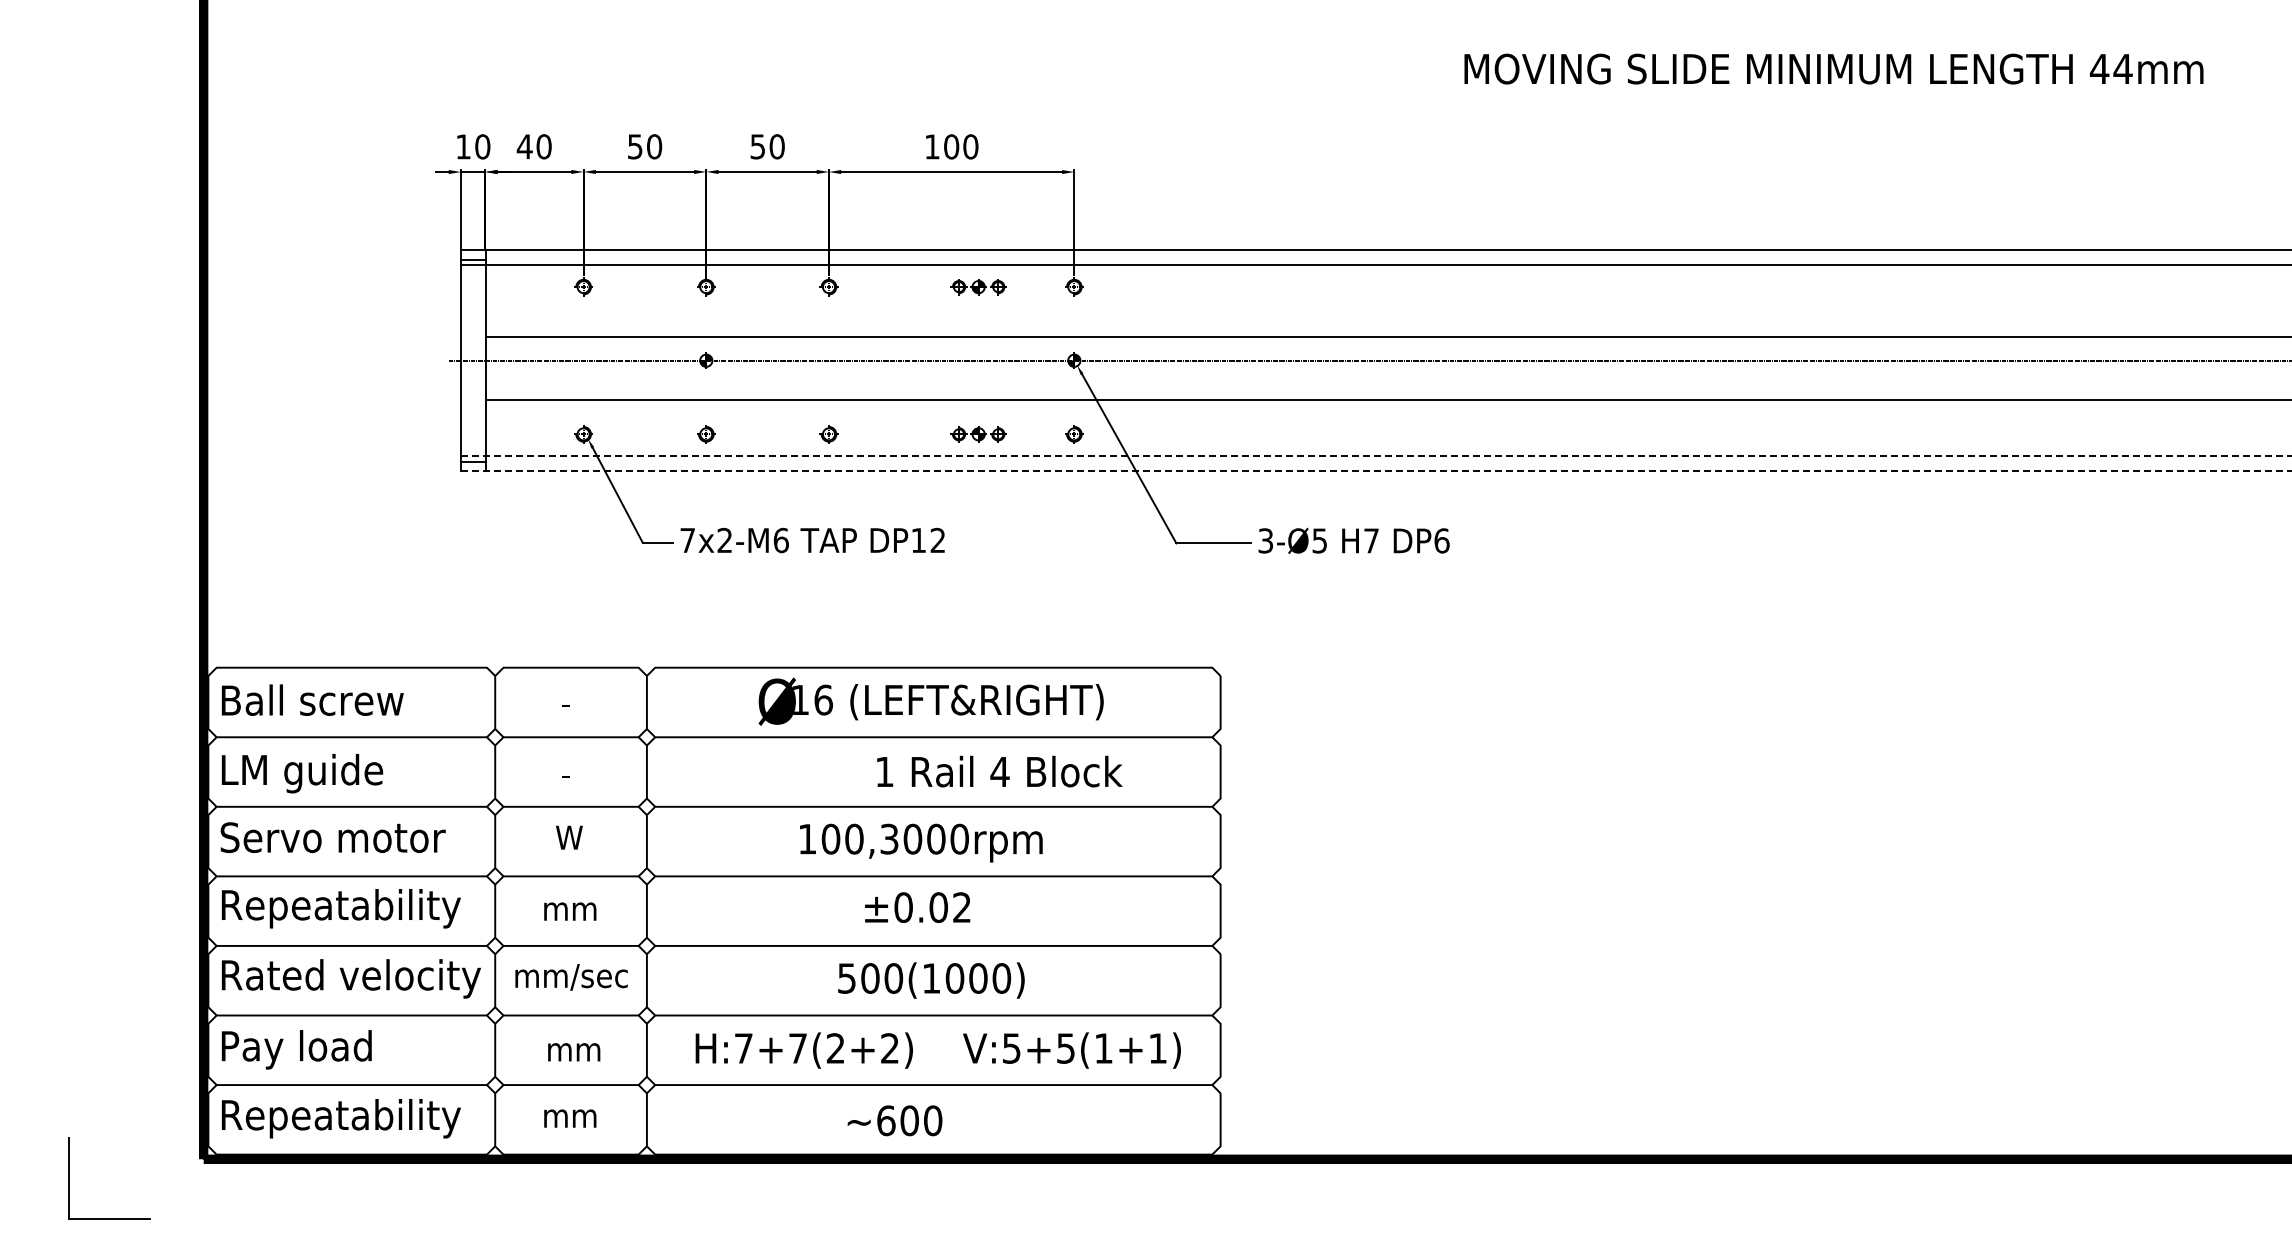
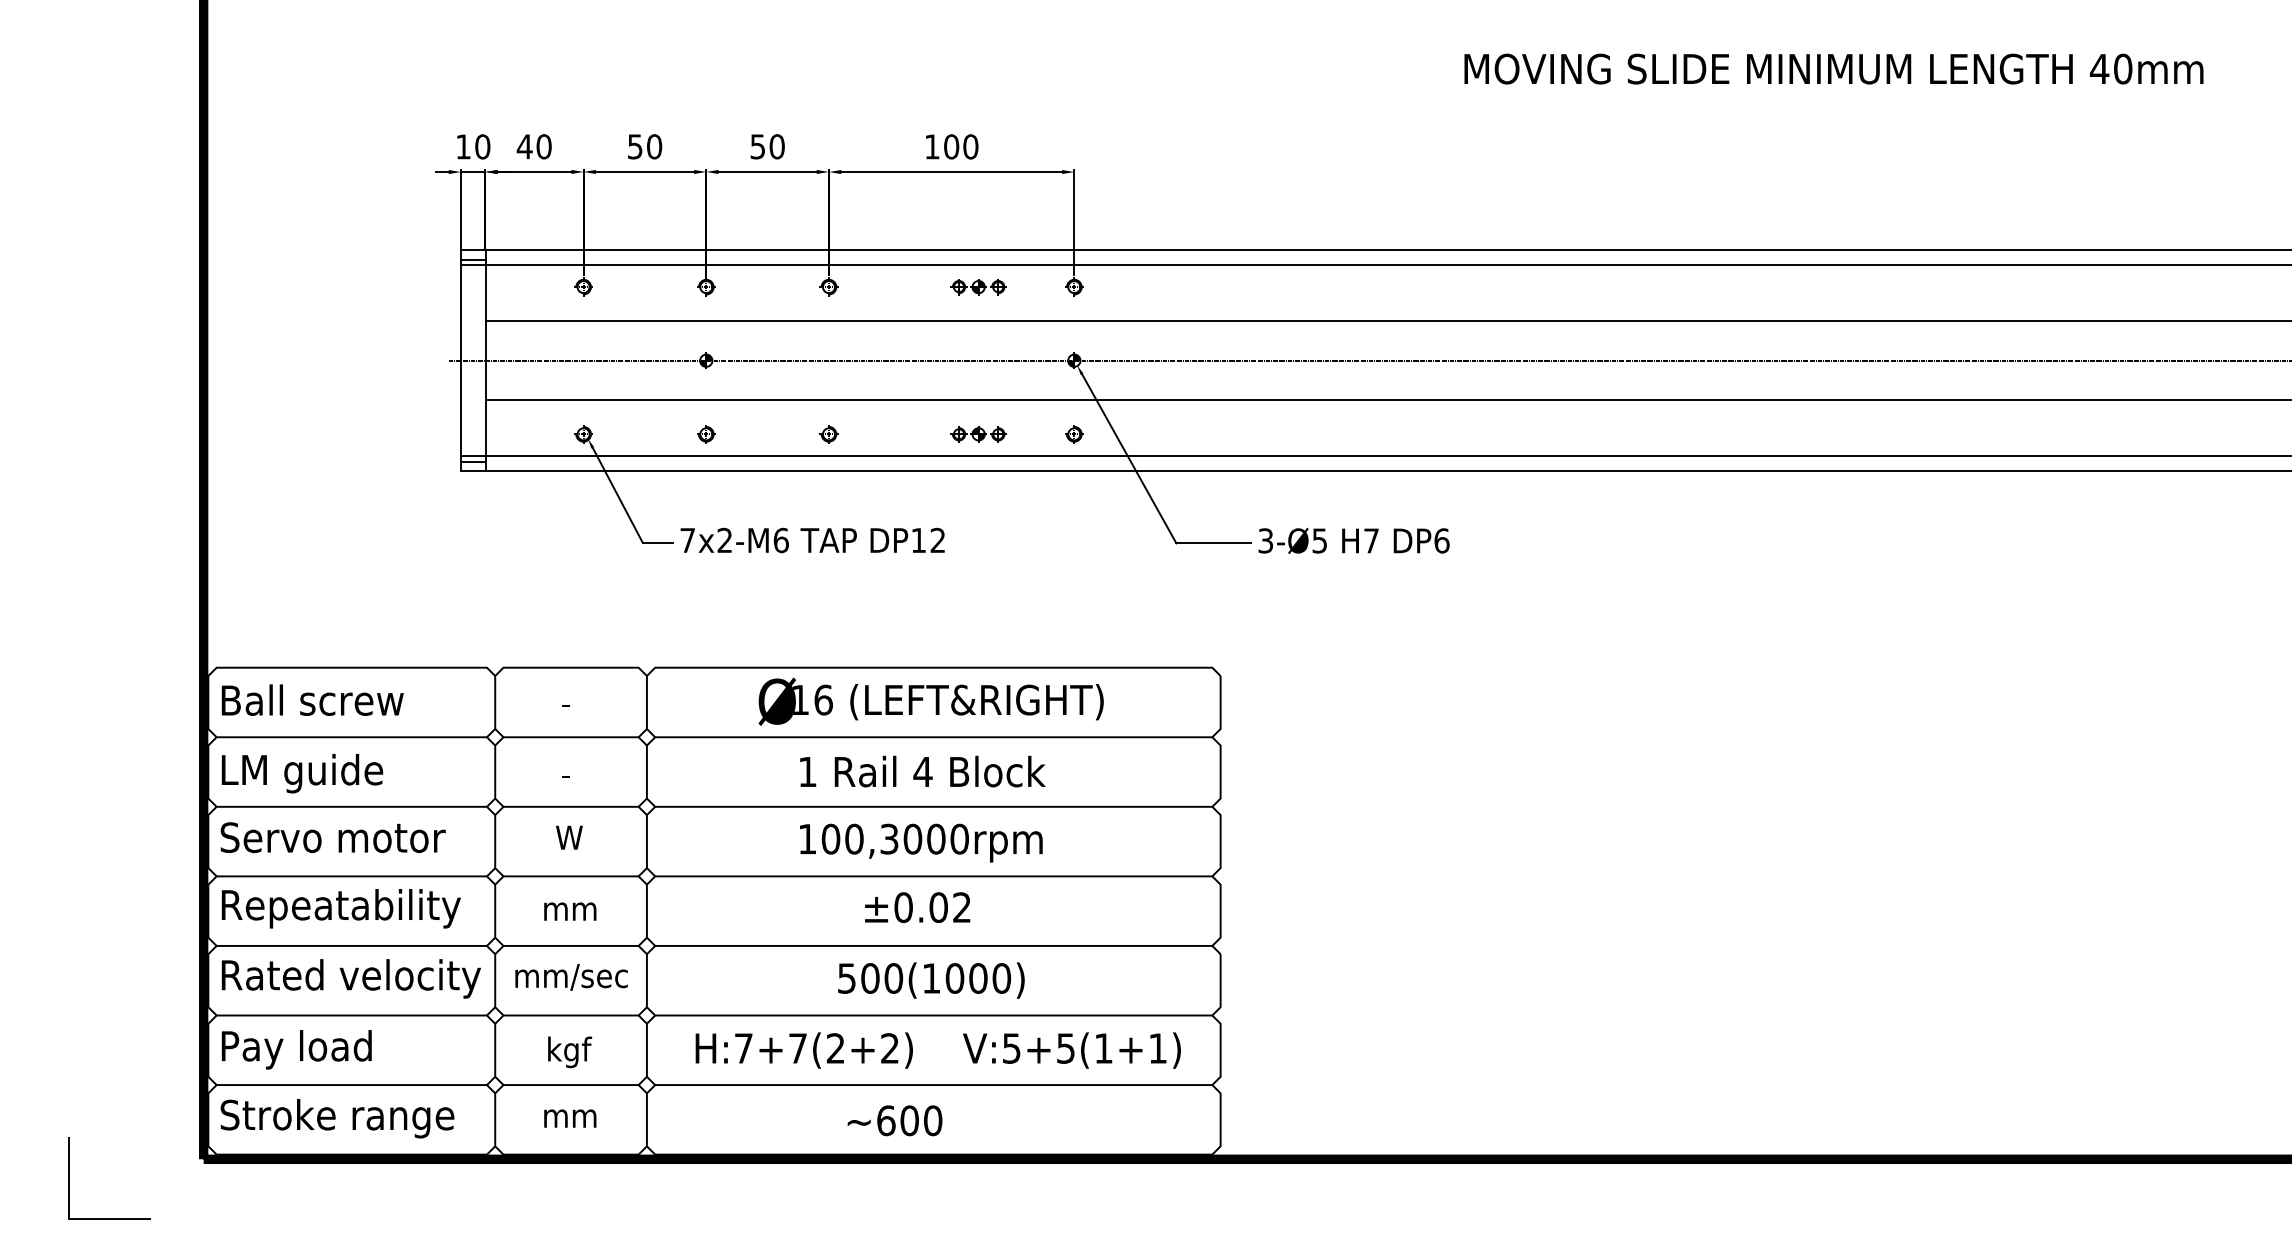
text at (2122, 68): 44mm -> 40mm
line at (1386, 337) position: (1386, 337) -> (1386, 321)
line at (1376, 456): dashed -> solid
line at (1376, 471): dashed -> solid
text at (999, 771) position: (999, 771) -> (922, 771)
text at (574, 1052): mm -> kgf
text at (340, 1118): Repeatability -> Stroke range
